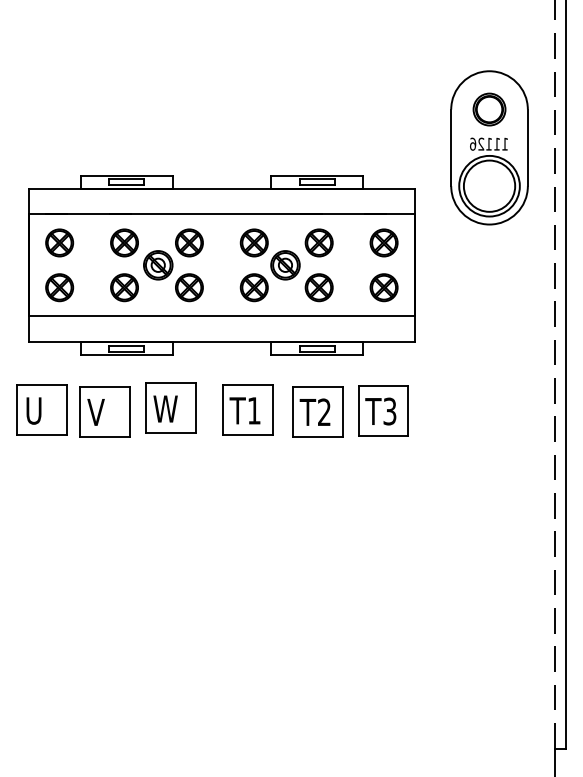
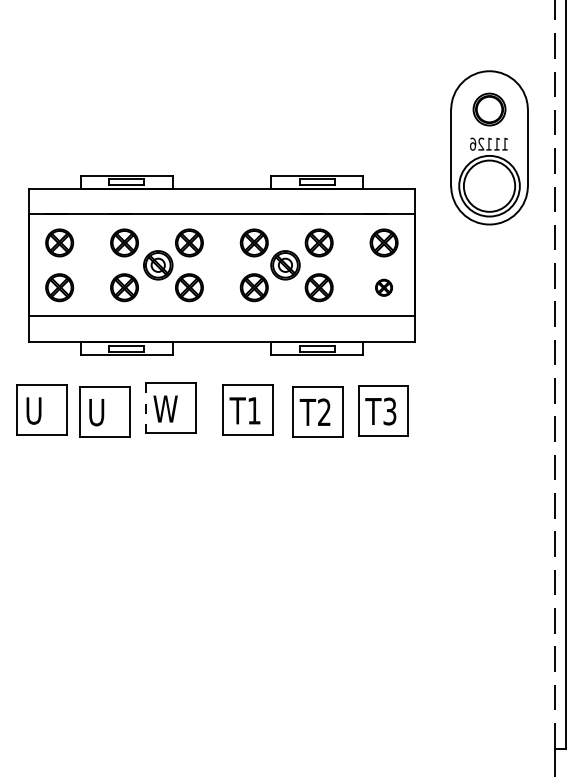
part at (383, 287) size: 30x30 px -> 18x19 px
line at (145, 408): solid -> dashed
text at (95, 412): V -> U
